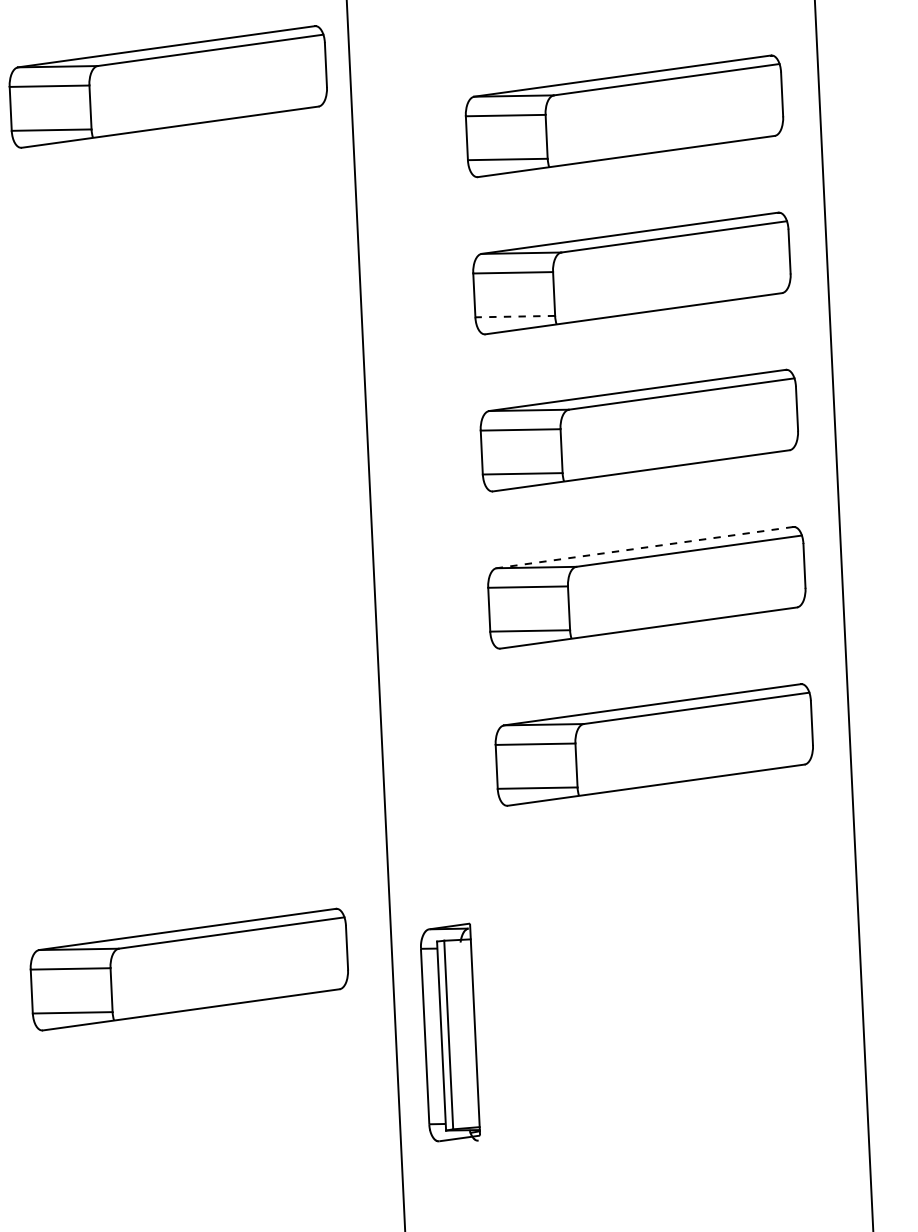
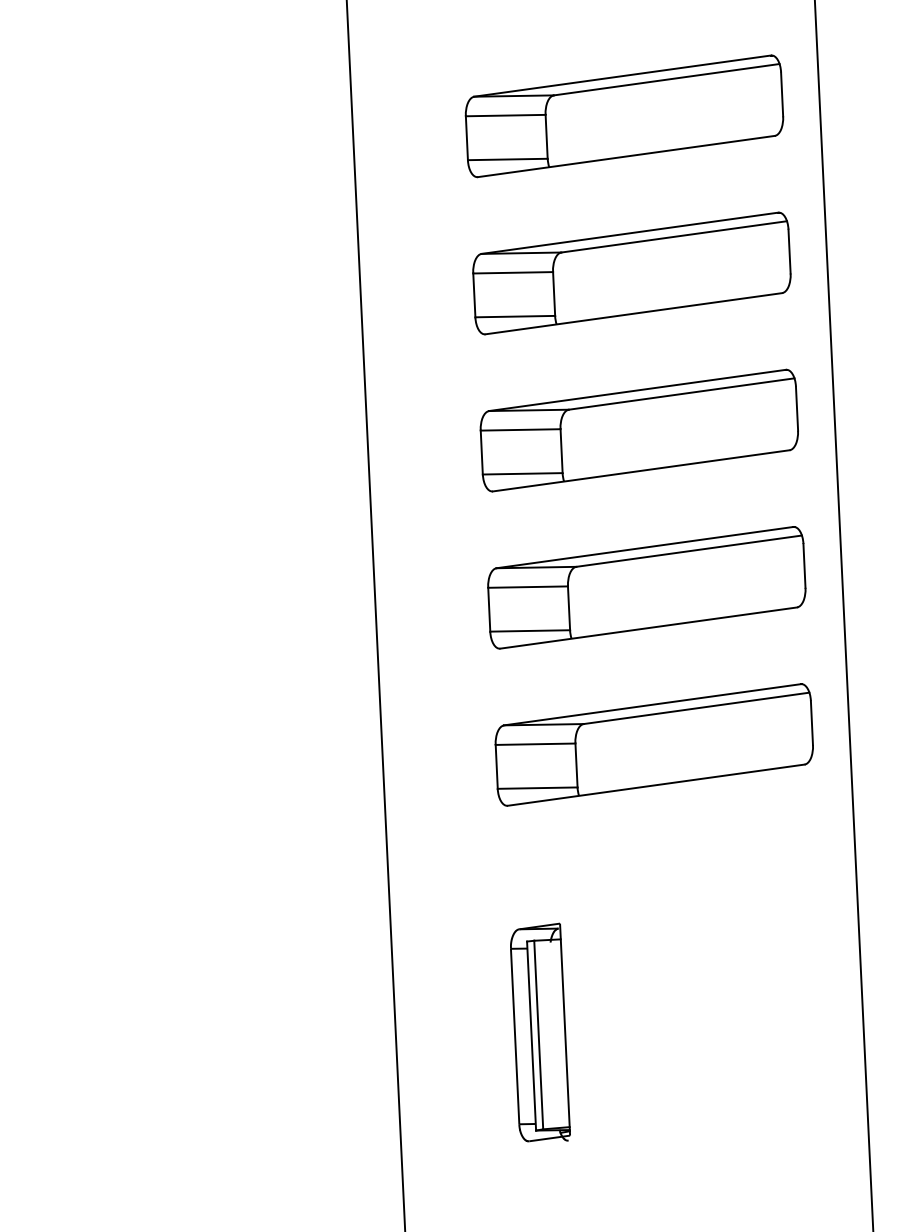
part at (167, 86): present -> none
line at (515, 316): dashed -> solid
line at (644, 547): dashed -> solid
part at (188, 969): present -> none
part at (450, 1032) position: (450, 1032) -> (540, 1032)
